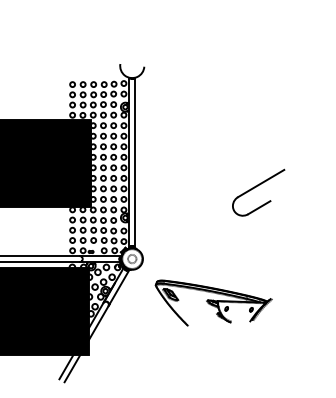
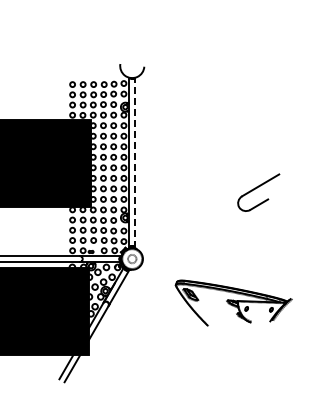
line at (135, 162): solid -> dashed
part at (258, 192) size: 54x49 px -> 44x39 px
part at (213, 302) position: (213, 302) -> (233, 302)
